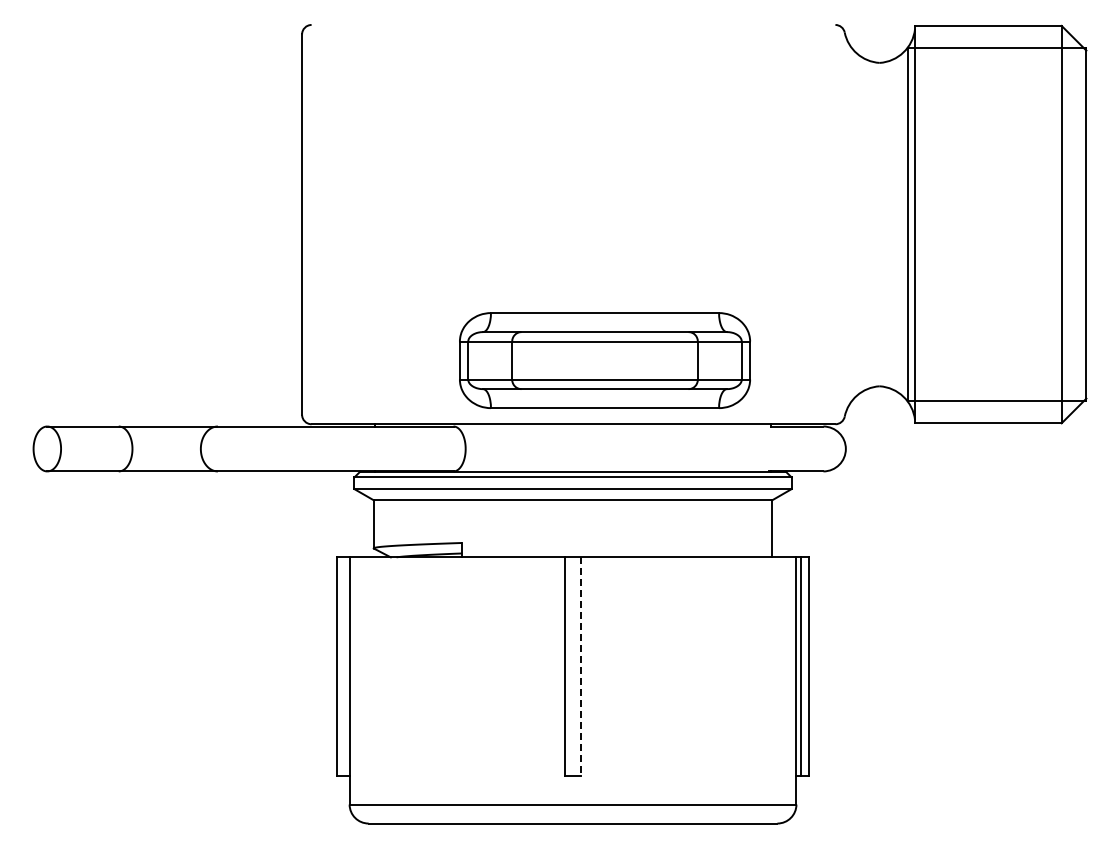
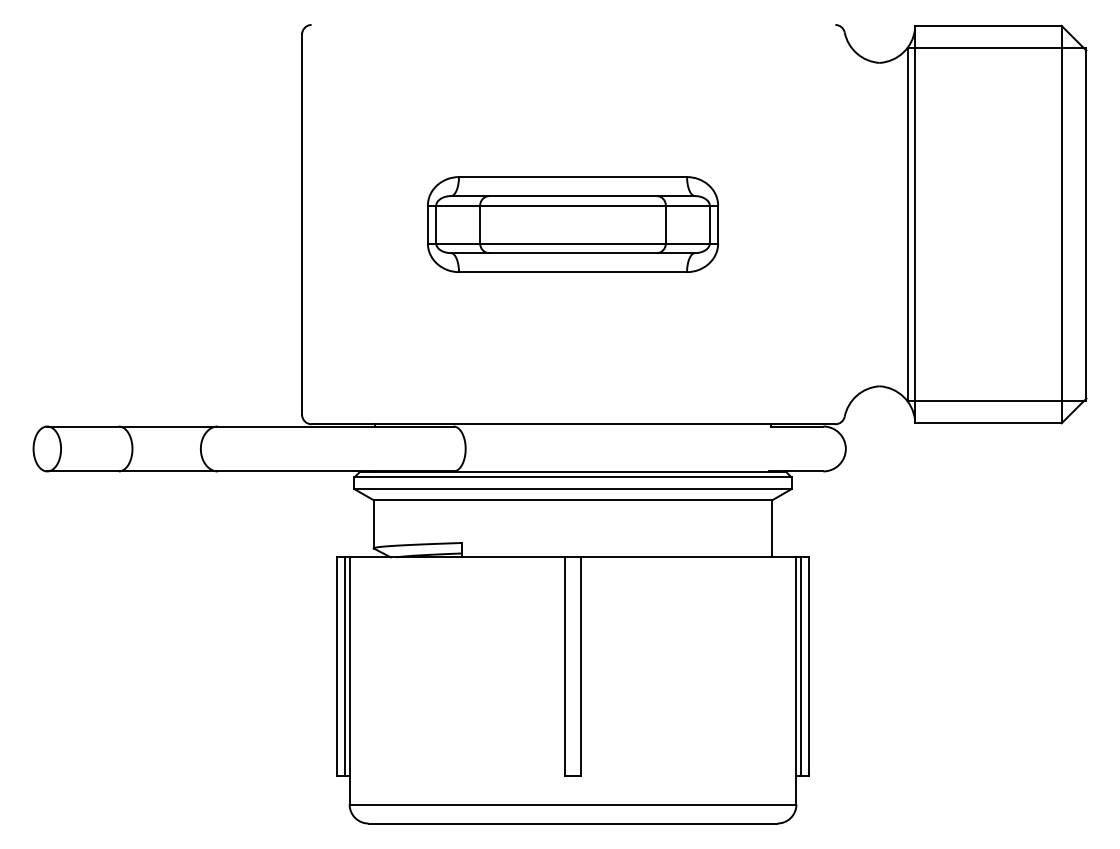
part at (604, 360) position: (604, 360) -> (572, 224)
line at (344, 666): none -> present
line at (580, 667): dashed -> solid
